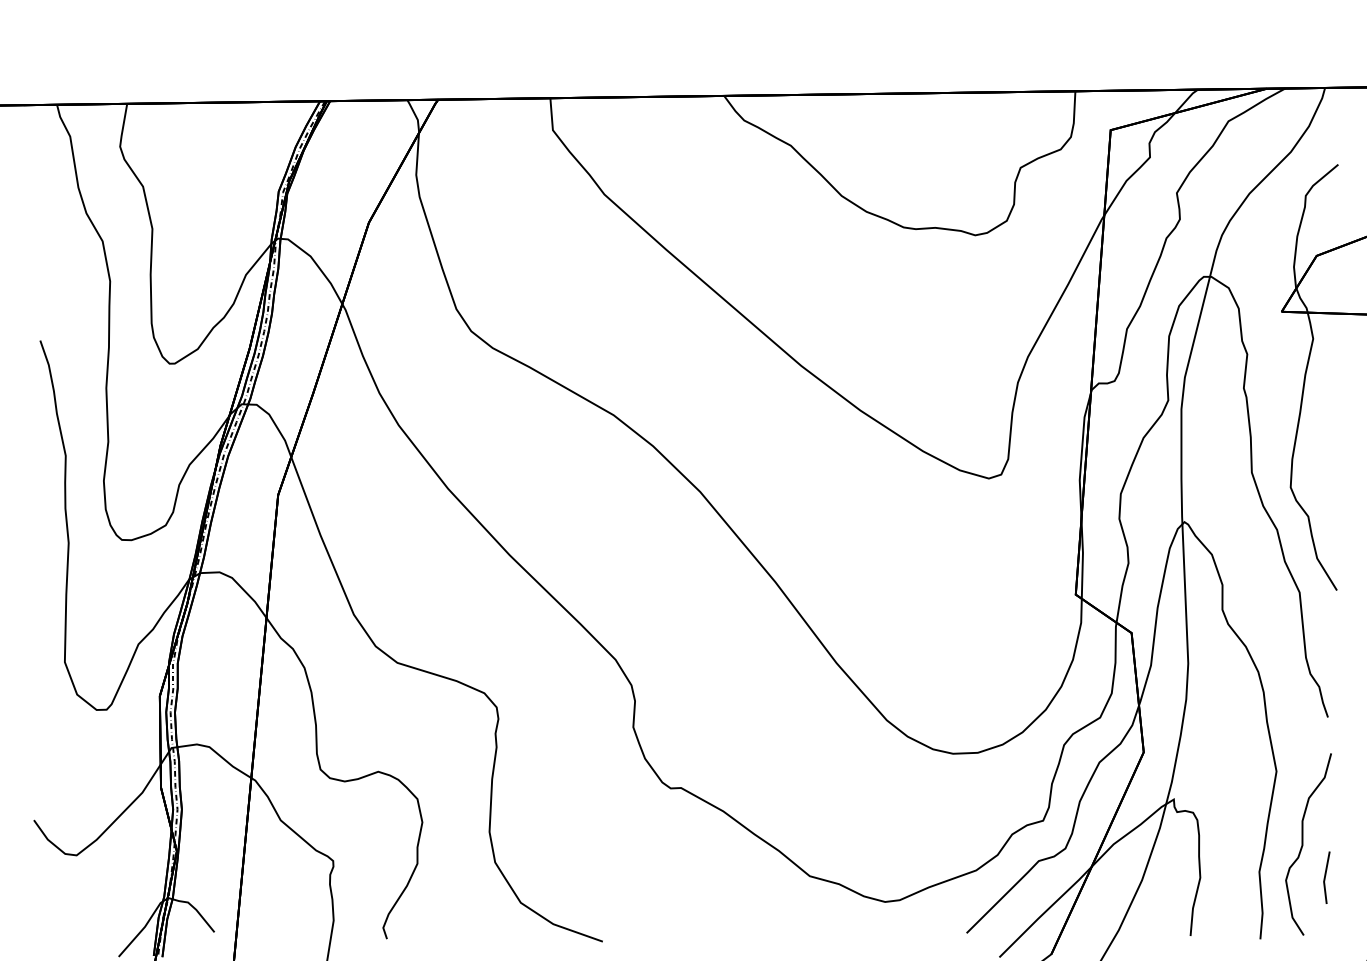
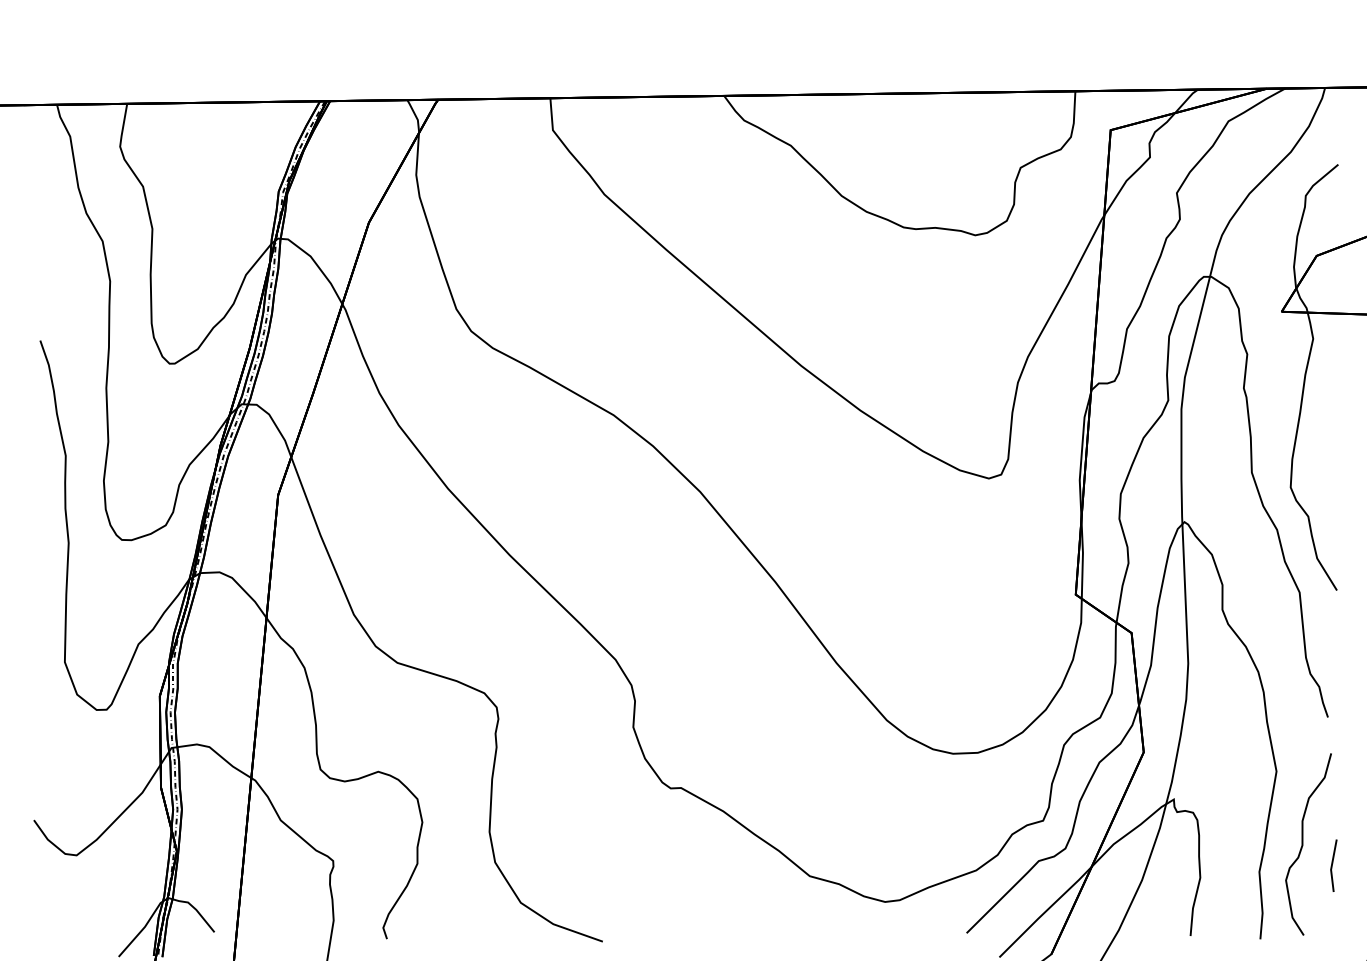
line at (1325, 877) position: (1325, 877) -> (1332, 865)
